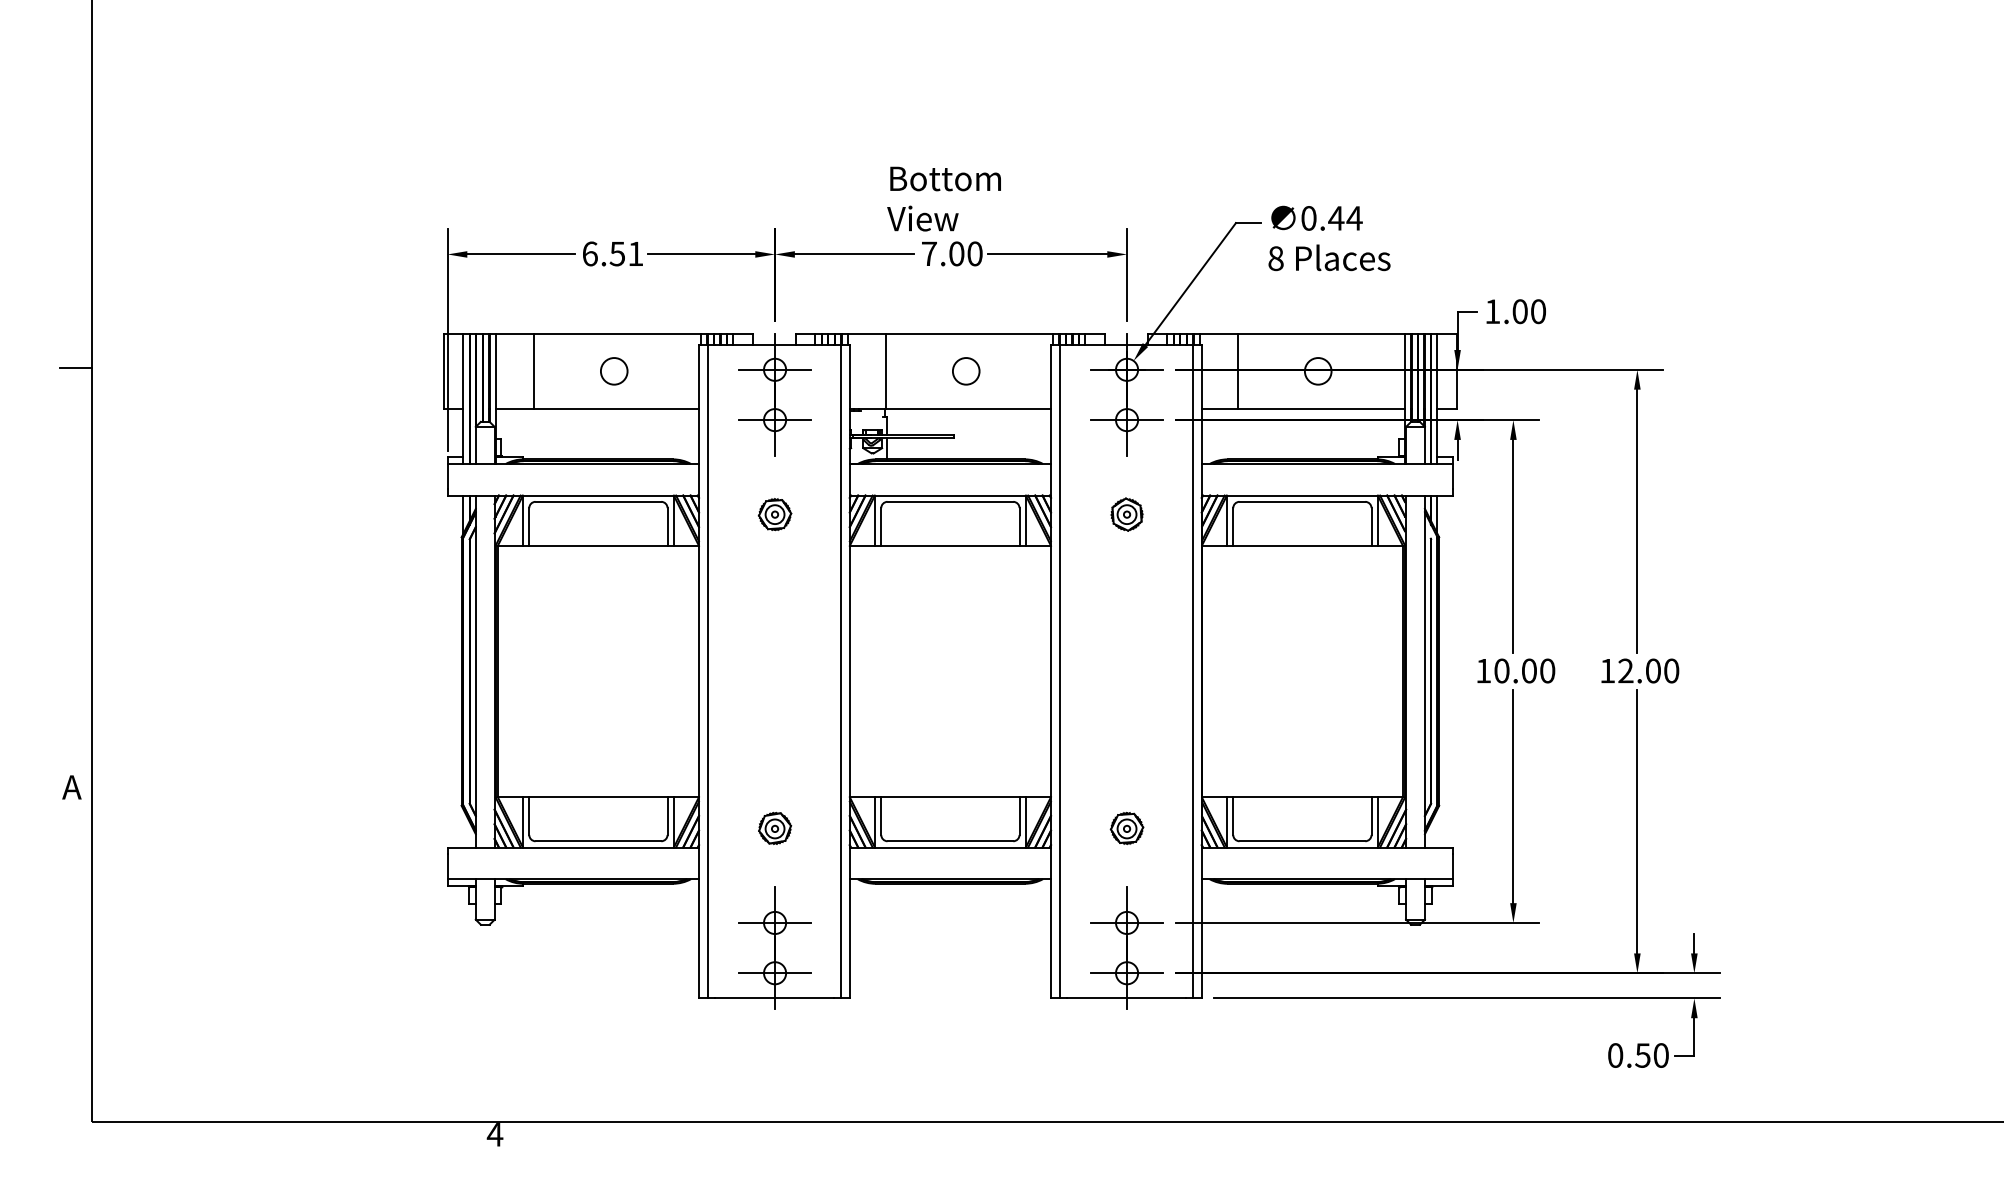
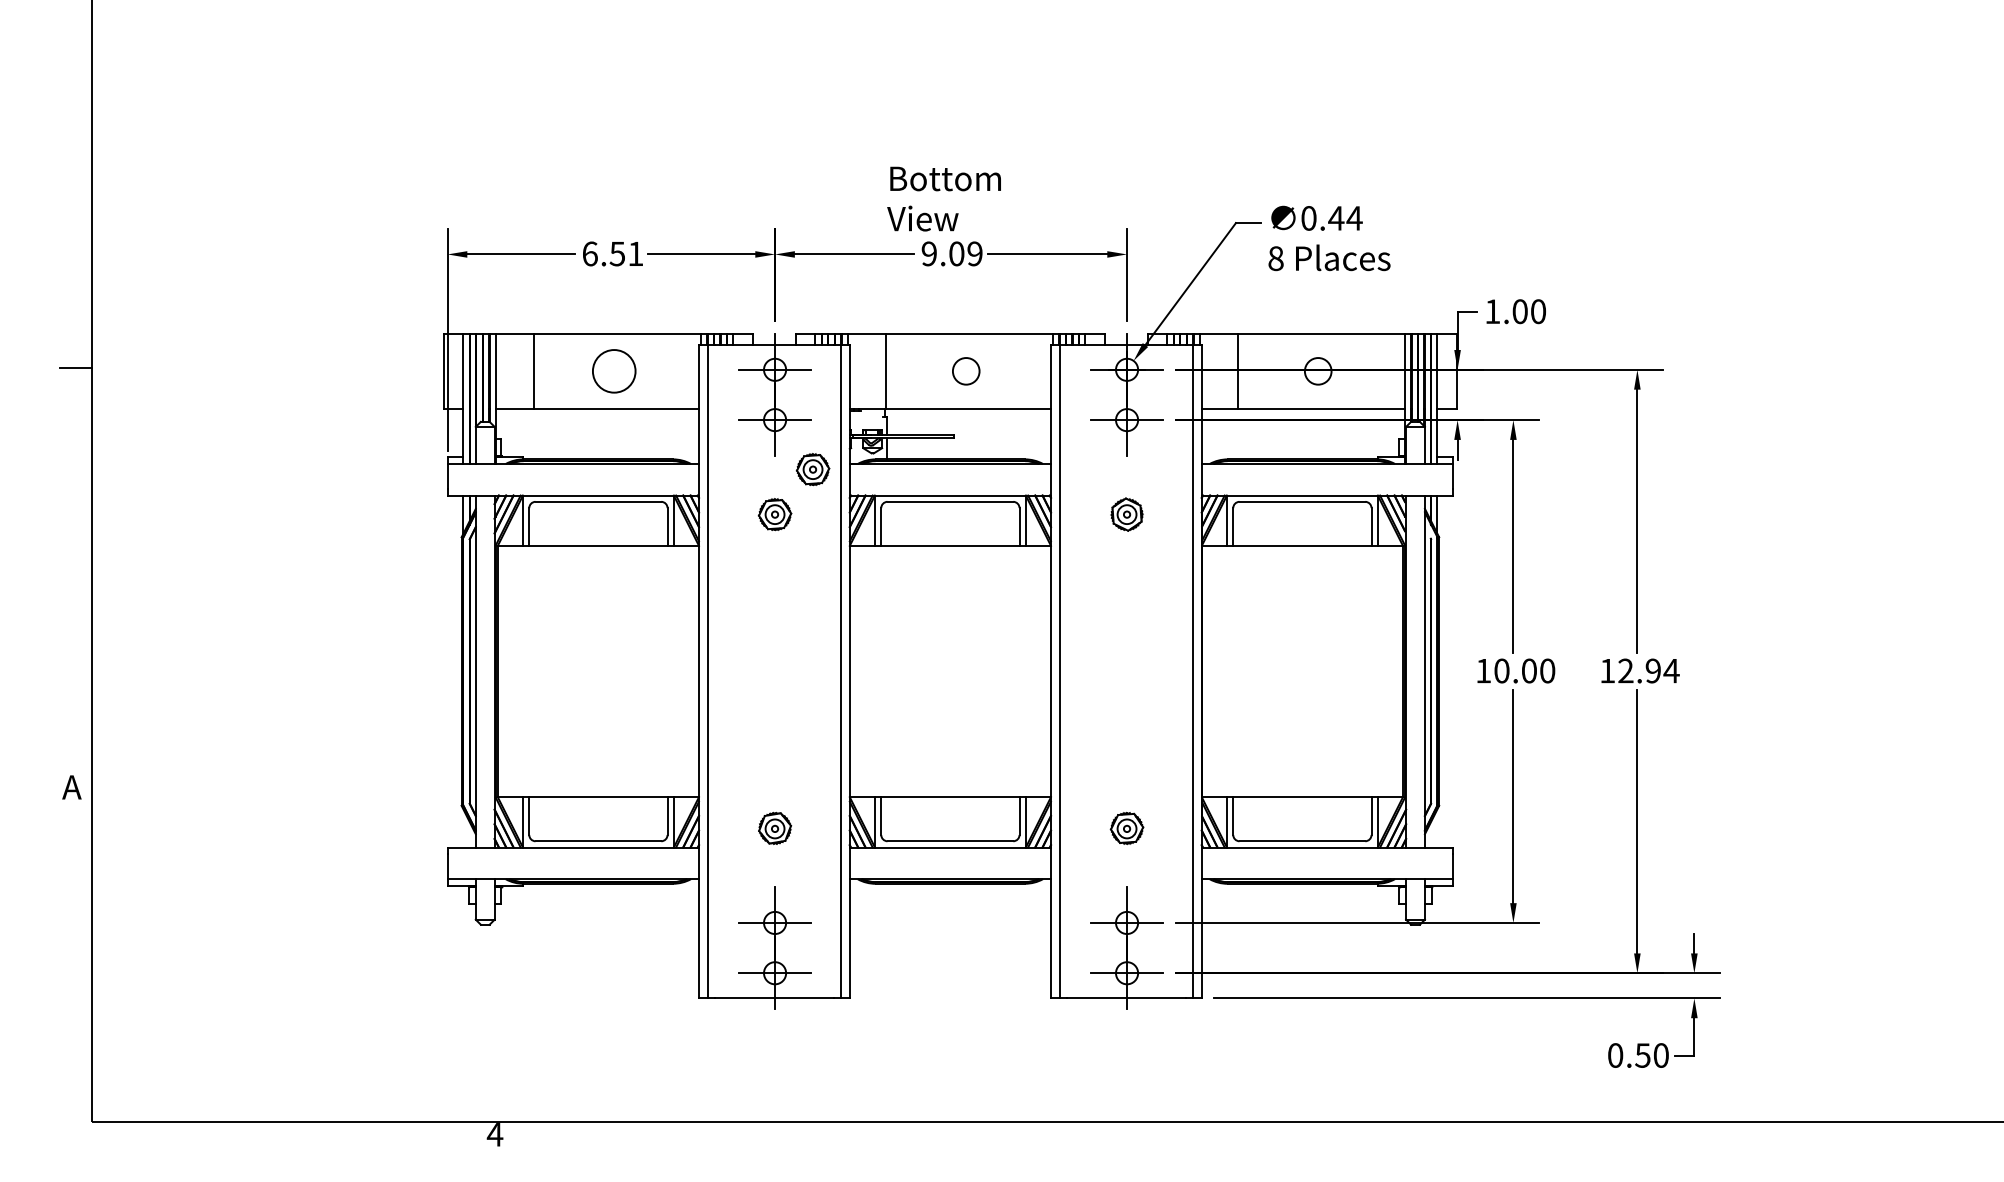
text at (951, 253): 7.00 -> 9.09
circle at (613, 371) diameter: 27 px -> 43 px
part at (812, 469): none -> present
text at (1662, 670): 12.00 -> 12.94
